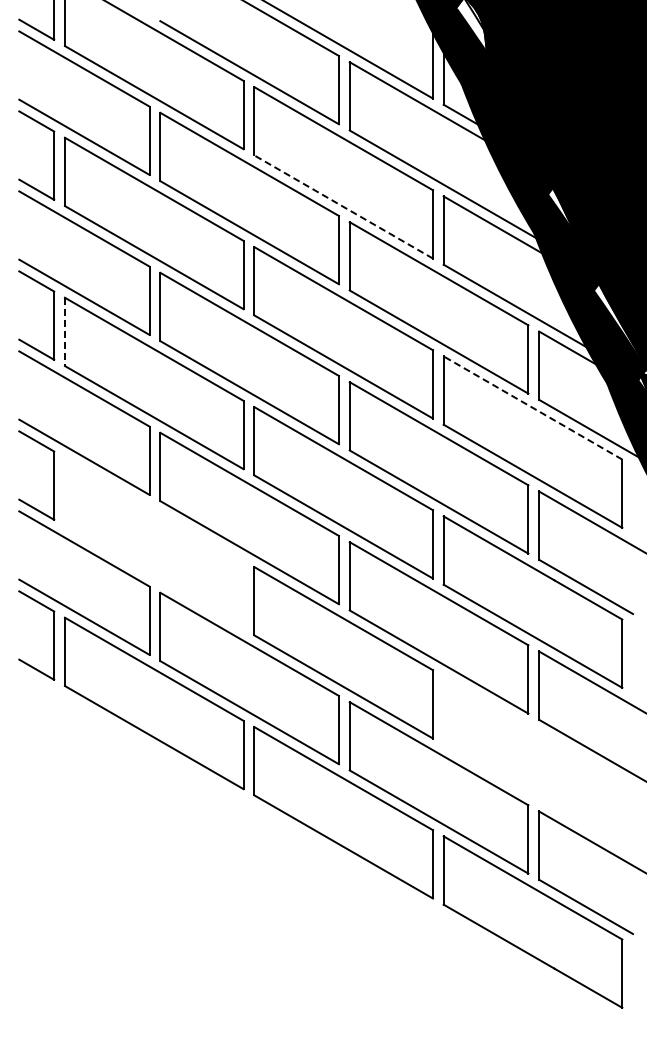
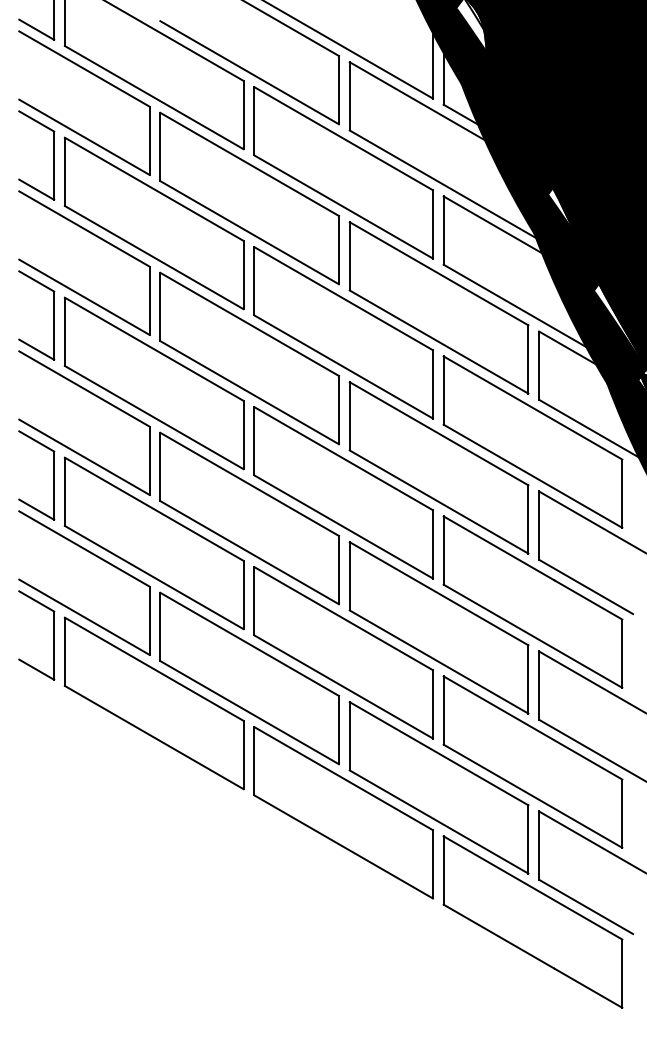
line at (343, 206): dashed -> solid
line at (64, 332): dashed -> solid
line at (532, 407): dashed -> solid
part at (153, 543): none -> present
part at (532, 761): none -> present
